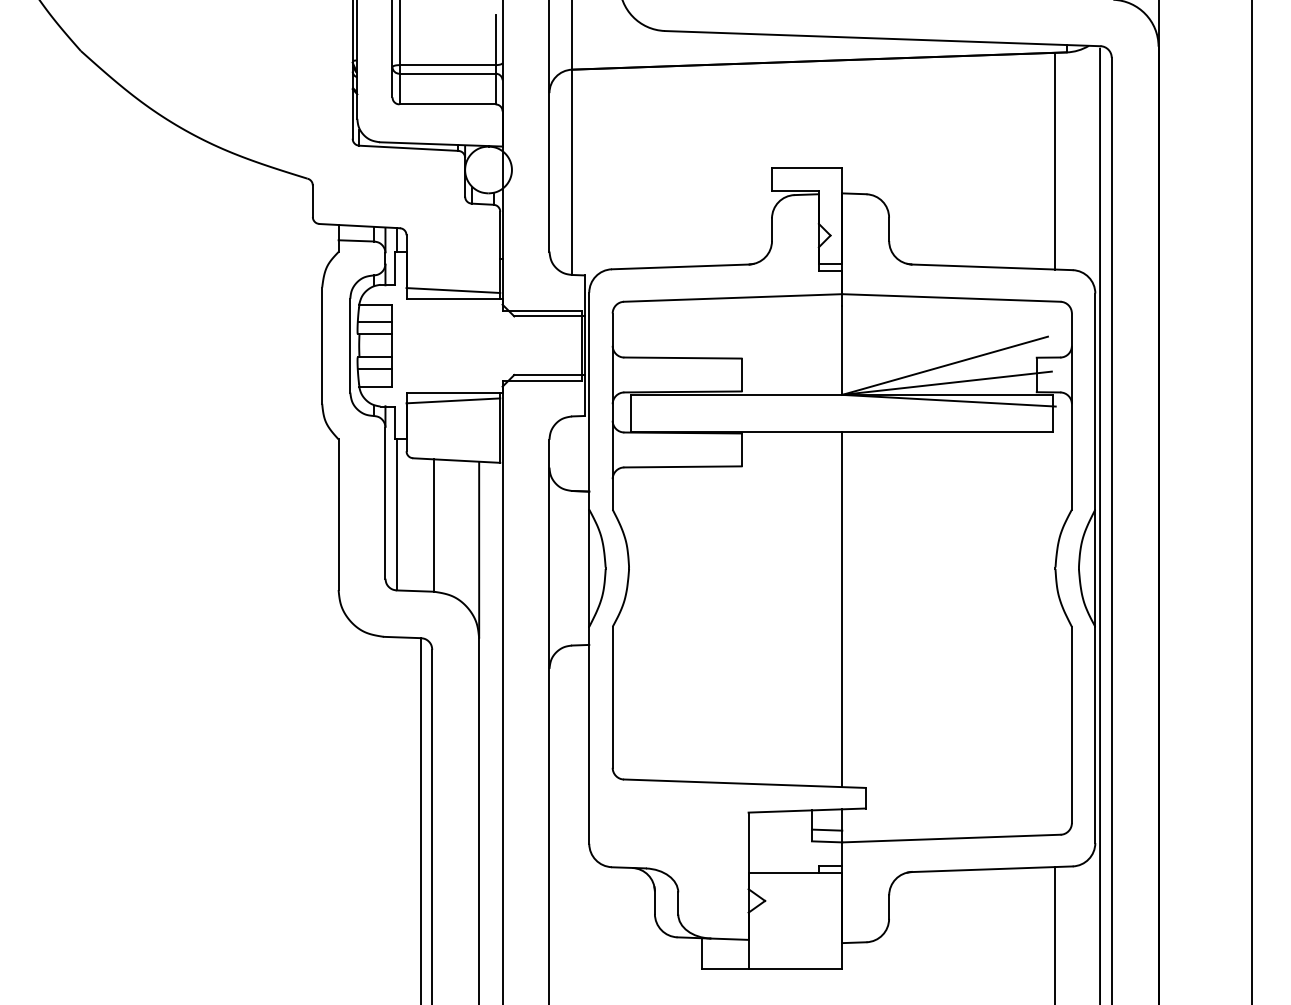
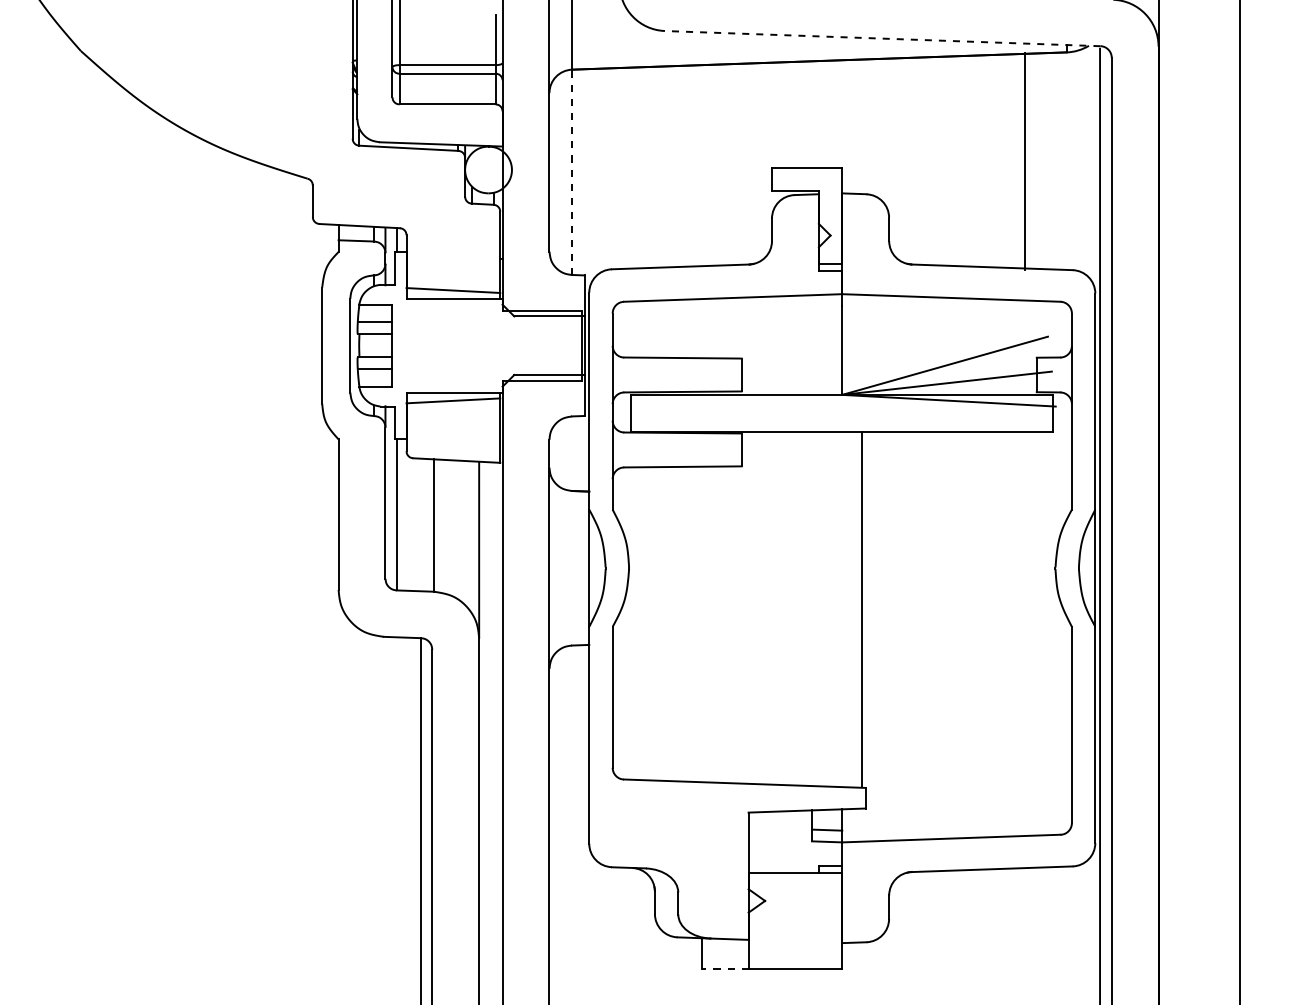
line at (882, 38): solid -> dashed
line at (1054, 160) position: (1054, 160) -> (1024, 160)
line at (572, 172): solid -> dashed
line at (1252, 501) position: (1252, 501) -> (1240, 501)
line at (842, 609) position: (842, 609) -> (862, 609)
line at (1054, 934): present -> none
line at (724, 968): solid -> dashed
